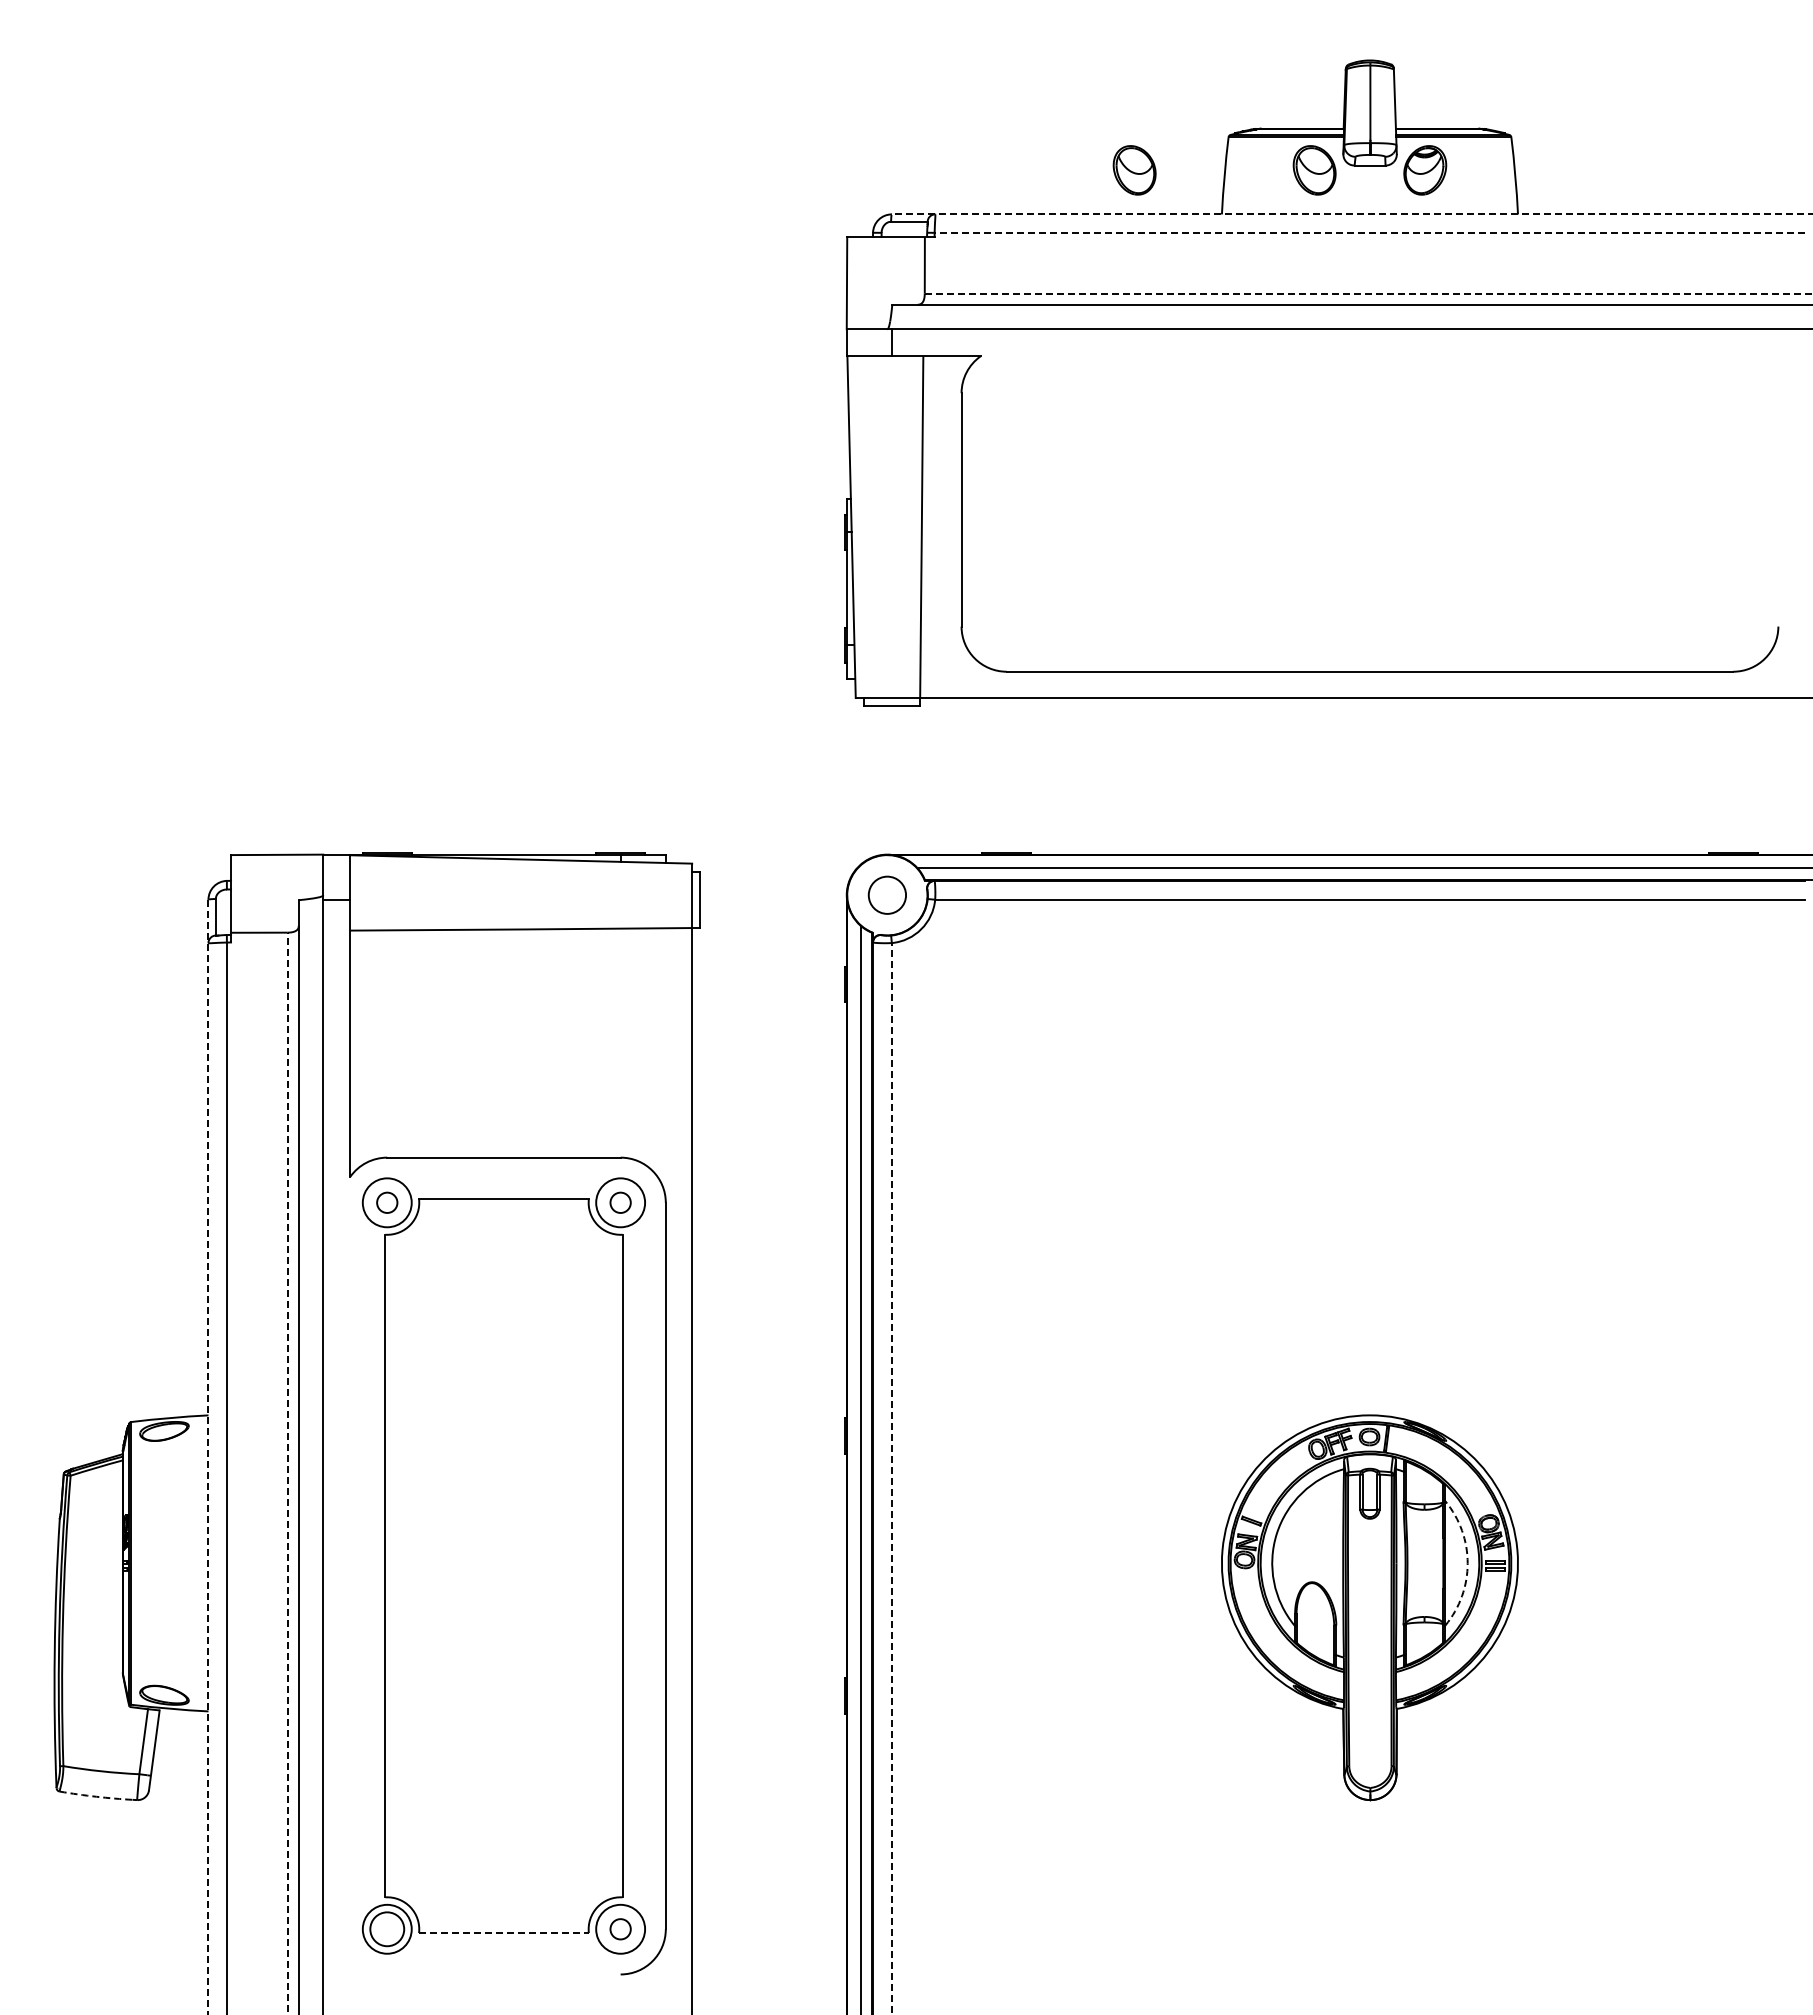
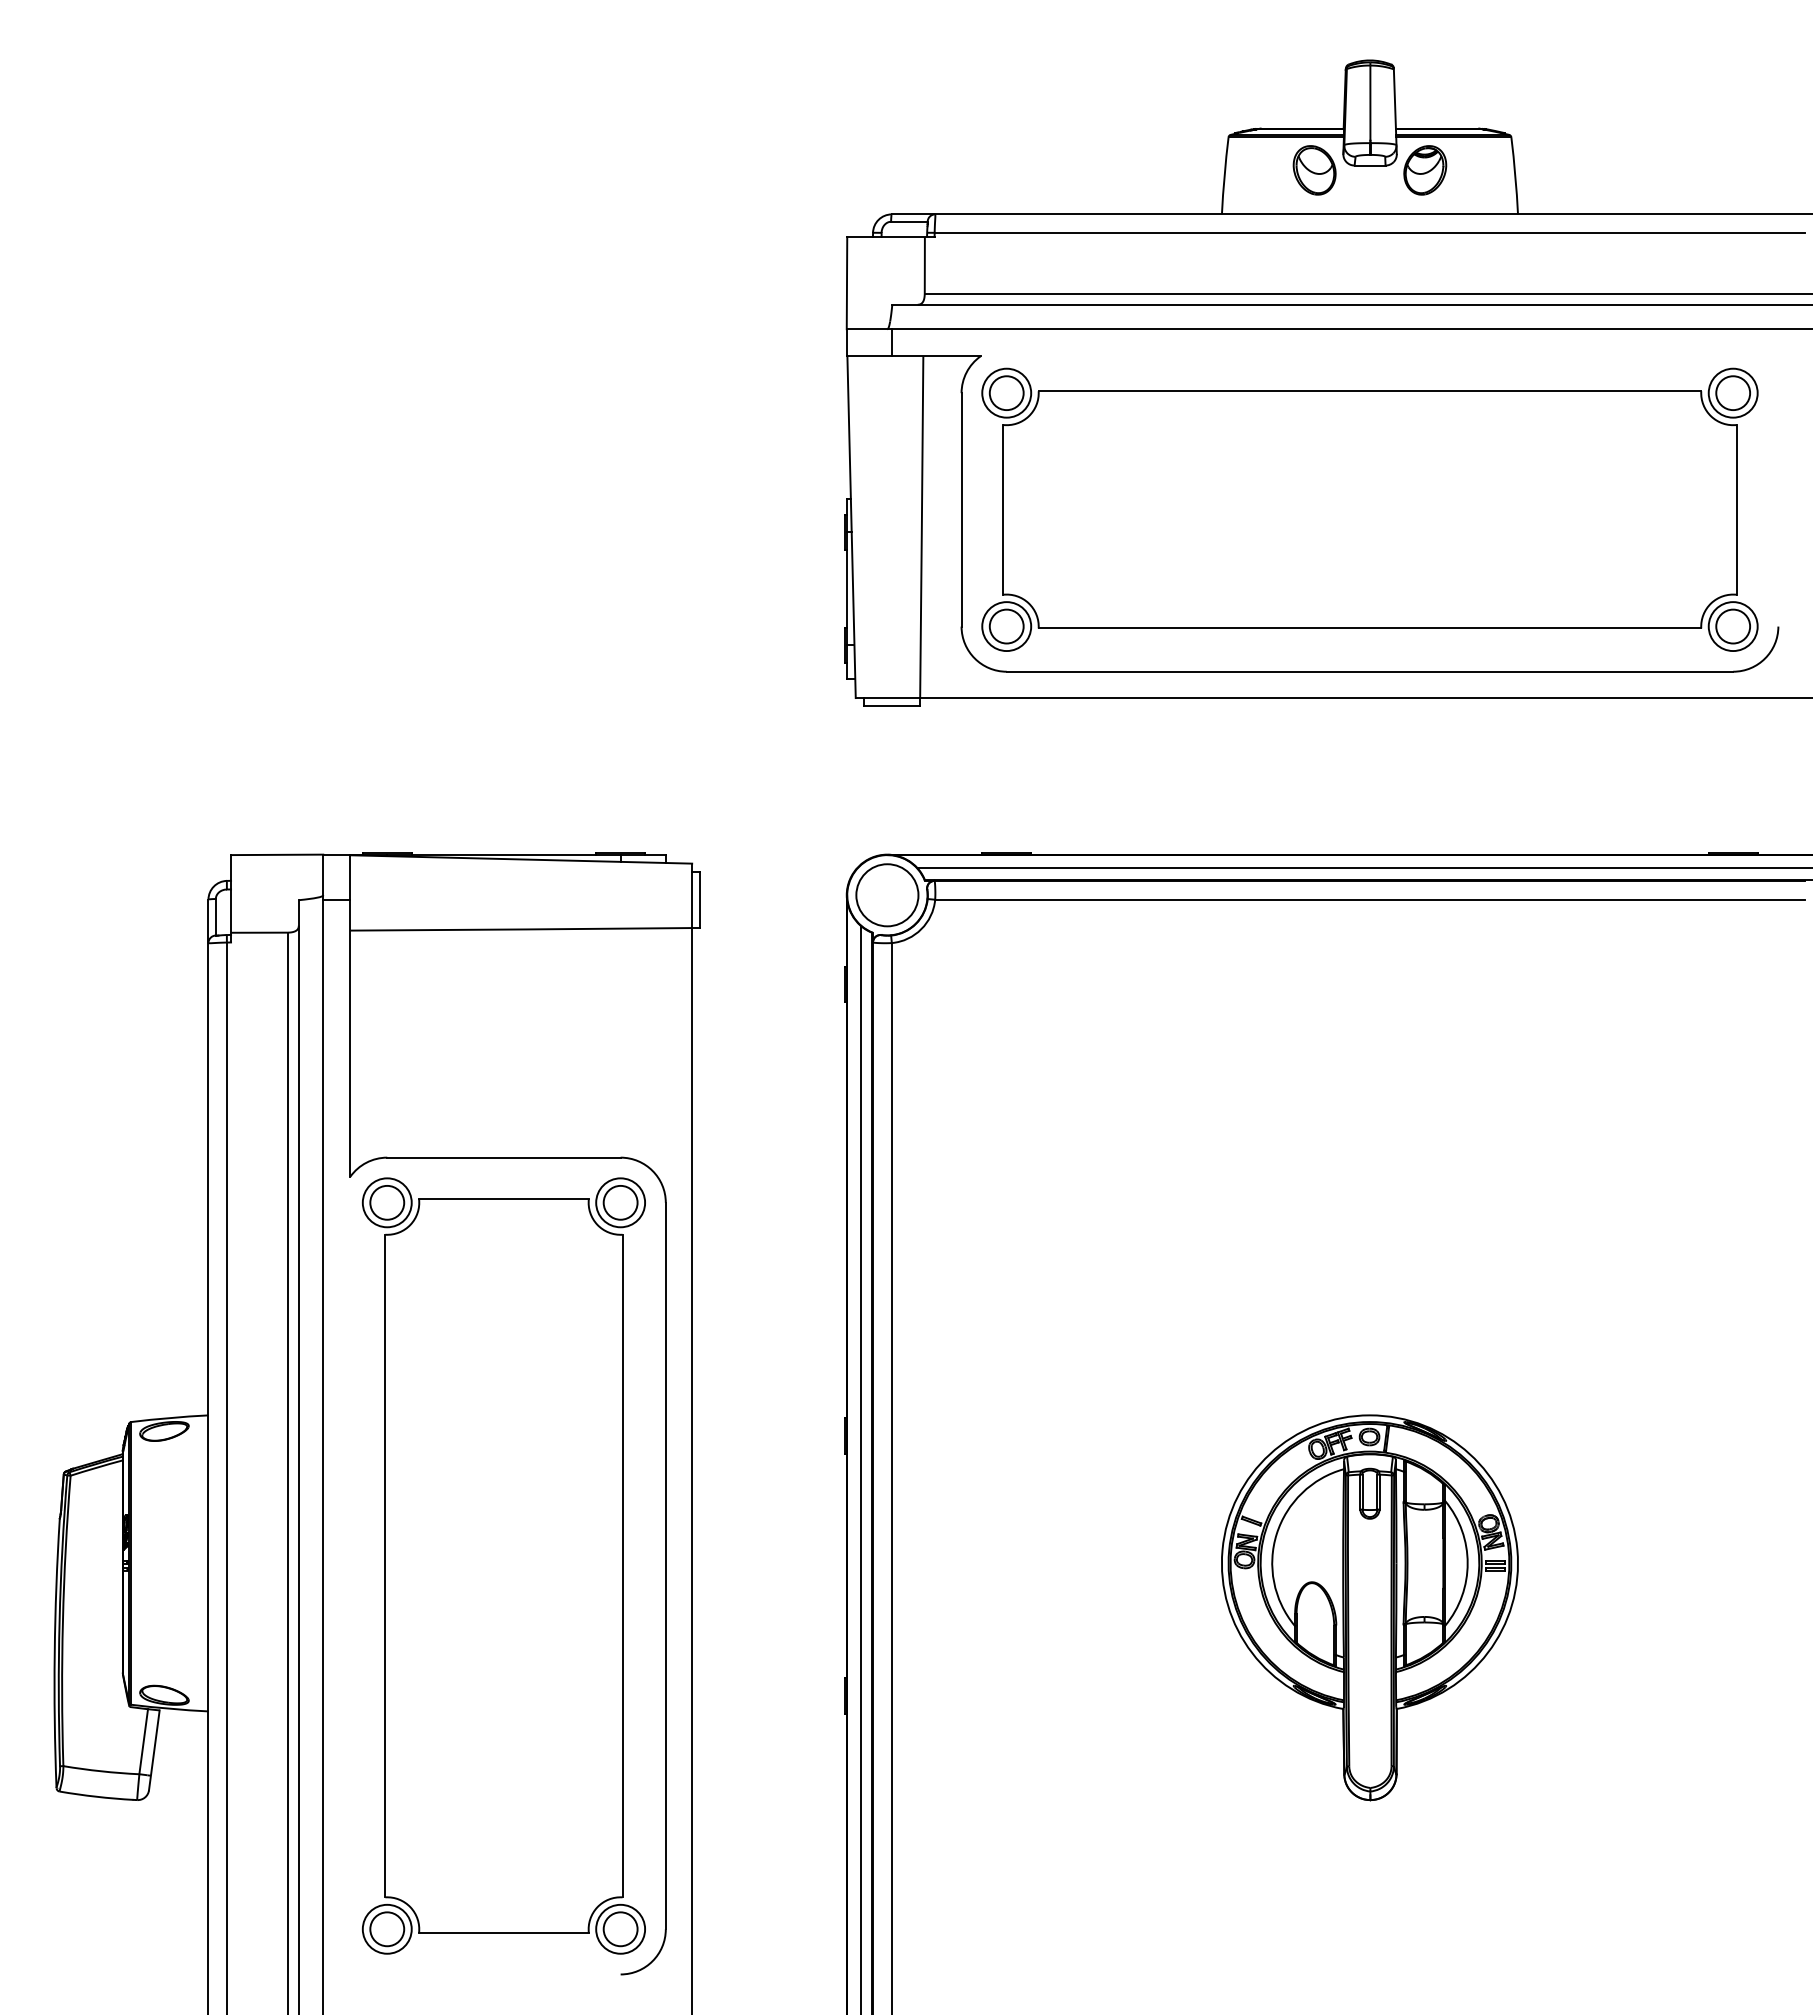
part at (1134, 170): present -> none
line at (1351, 214): dashed -> solid
line at (1369, 232): dashed -> solid
line at (1368, 293): dashed -> solid
part at (1369, 509): none -> present
circle at (887, 894) diameter: 37 px -> 62 px
circle at (387, 1202) diameter: 20 px -> 34 px
circle at (620, 1202) diameter: 20 px -> 34 px
line at (208, 1457): dashed -> solid
line at (287, 1473): dashed -> solid
line at (891, 1478): dashed -> solid
arc at (1467, 1563): dashed -> solid
arc at (96, 1796): dashed -> solid
circle at (620, 1929) diameter: 20 px -> 34 px
line at (503, 1933): dashed -> solid
